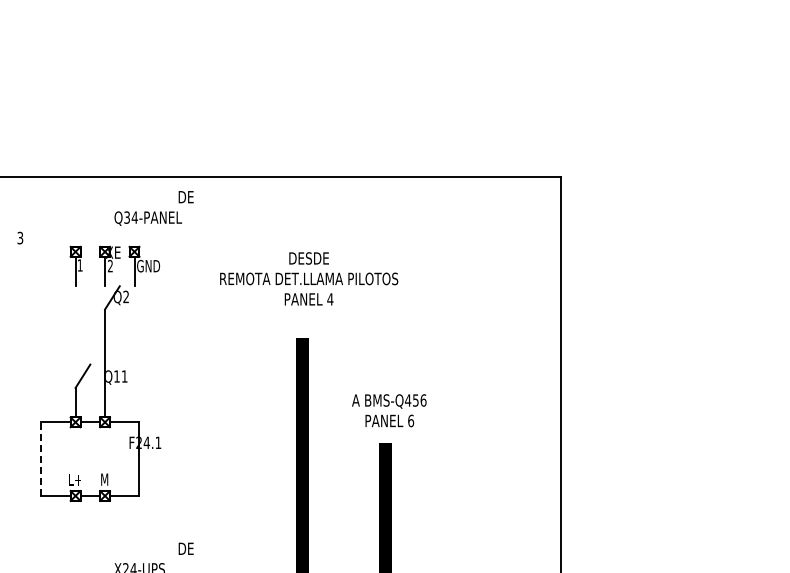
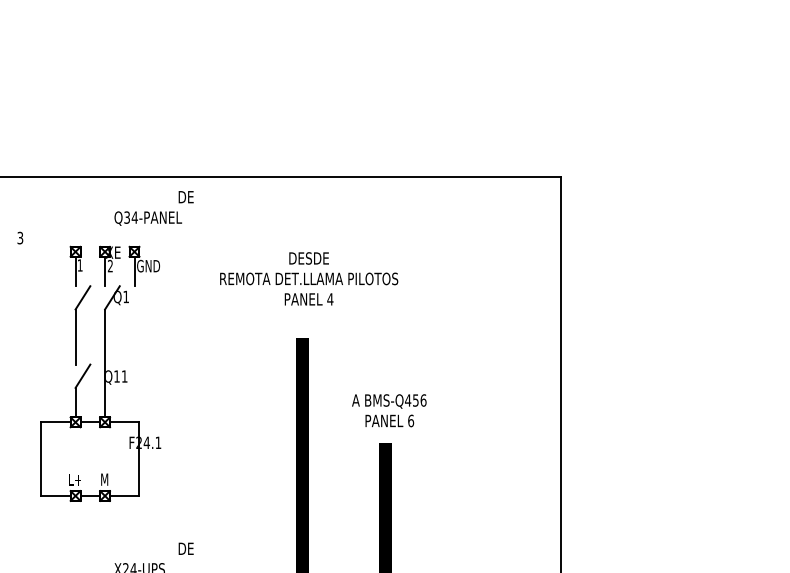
text at (125, 296): Q2 -> Q1
part at (82, 325): none -> present
line at (41, 459): dashed -> solid
